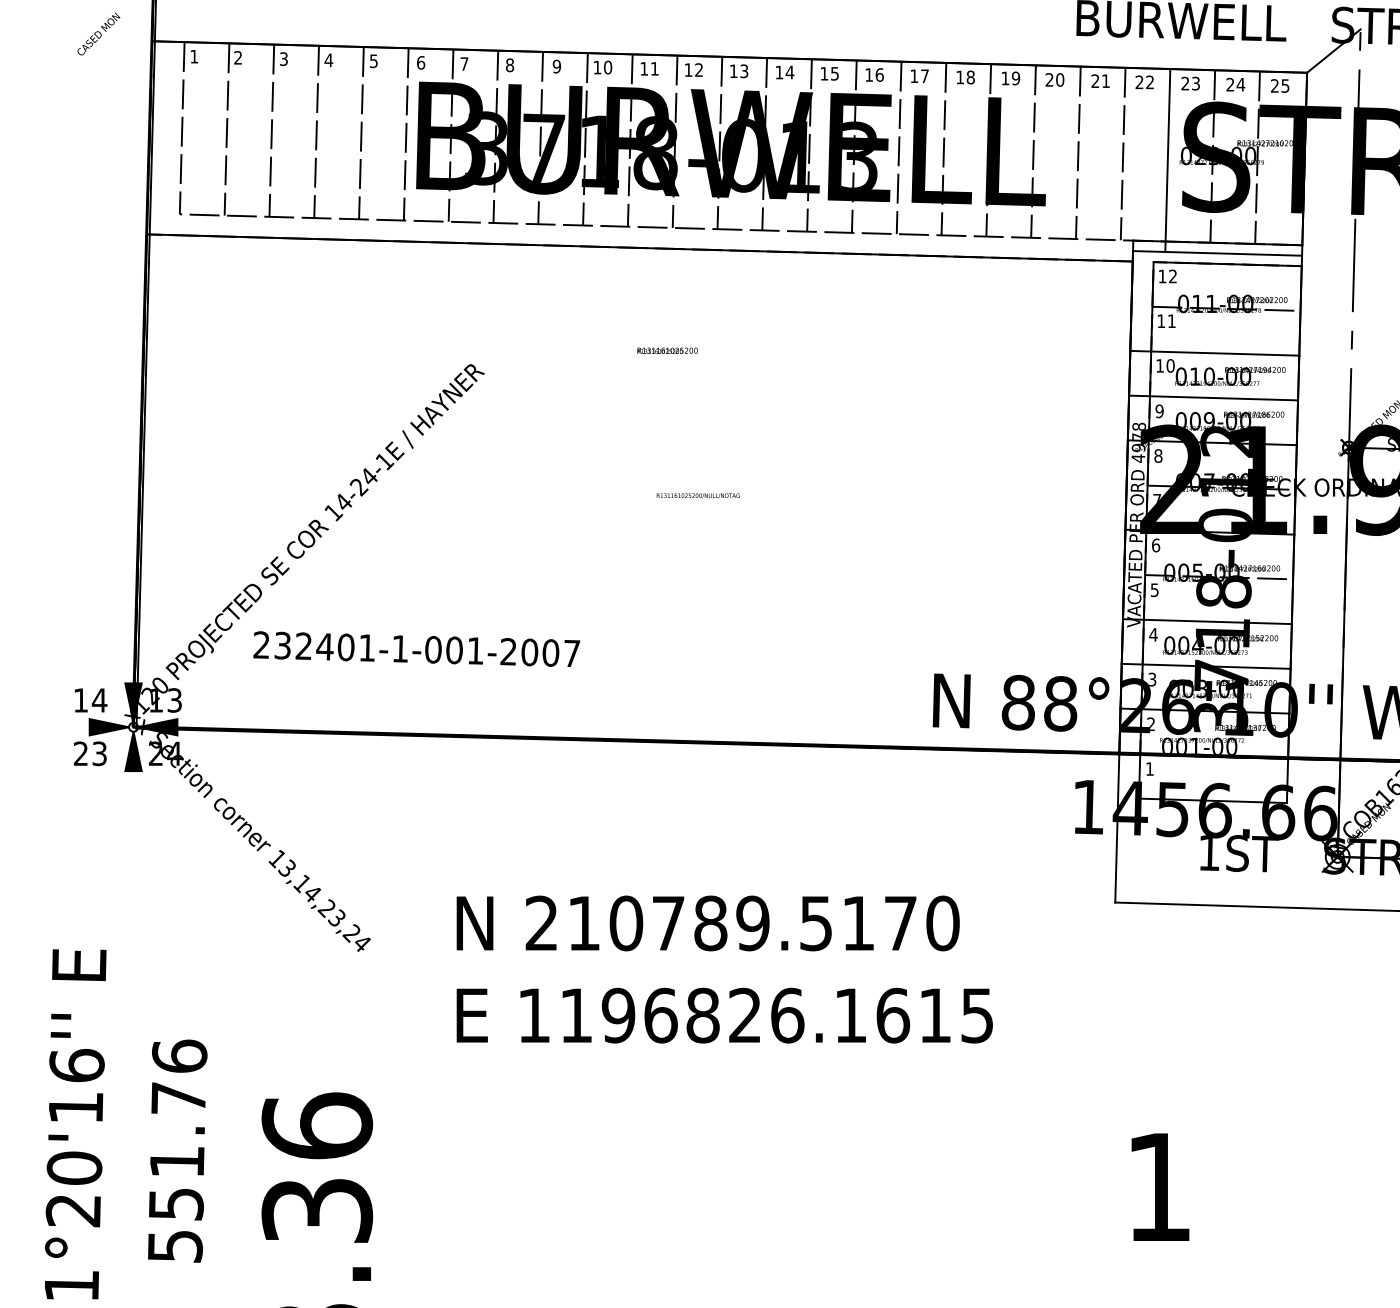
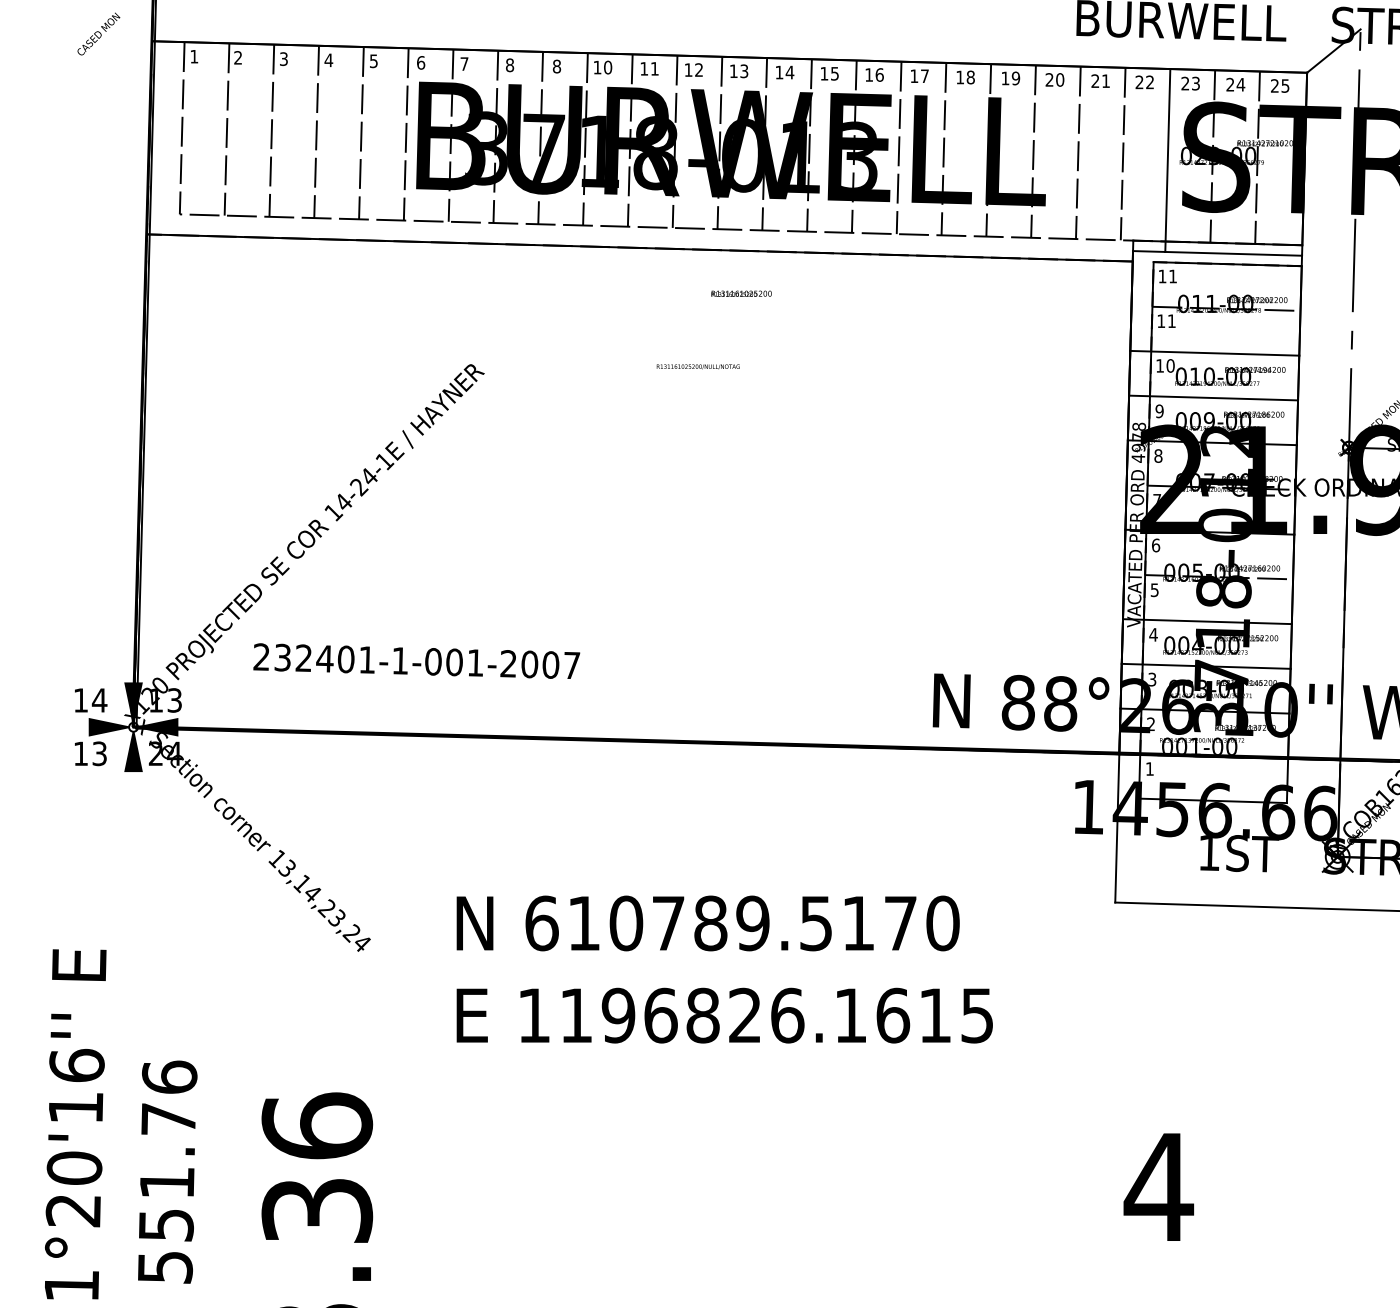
text at (556, 66): 9 -> 8
text at (1172, 276): 12 -> 11
text at (667, 350) position: (667, 350) -> (741, 293)
text at (697, 495) position: (697, 495) -> (697, 366)
text at (416, 648) position: (416, 648) -> (416, 660)
text at (80, 753): 23 -> 13
text at (541, 923): 210789.5170 -> 610789.5170
text at (177, 1150) position: (177, 1150) -> (167, 1171)
text at (1158, 1186): 1 -> 4
